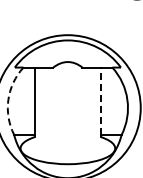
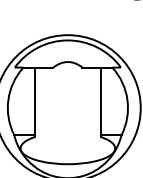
arc at (8, 99): dashed -> solid
line at (101, 101): dashed -> solid
